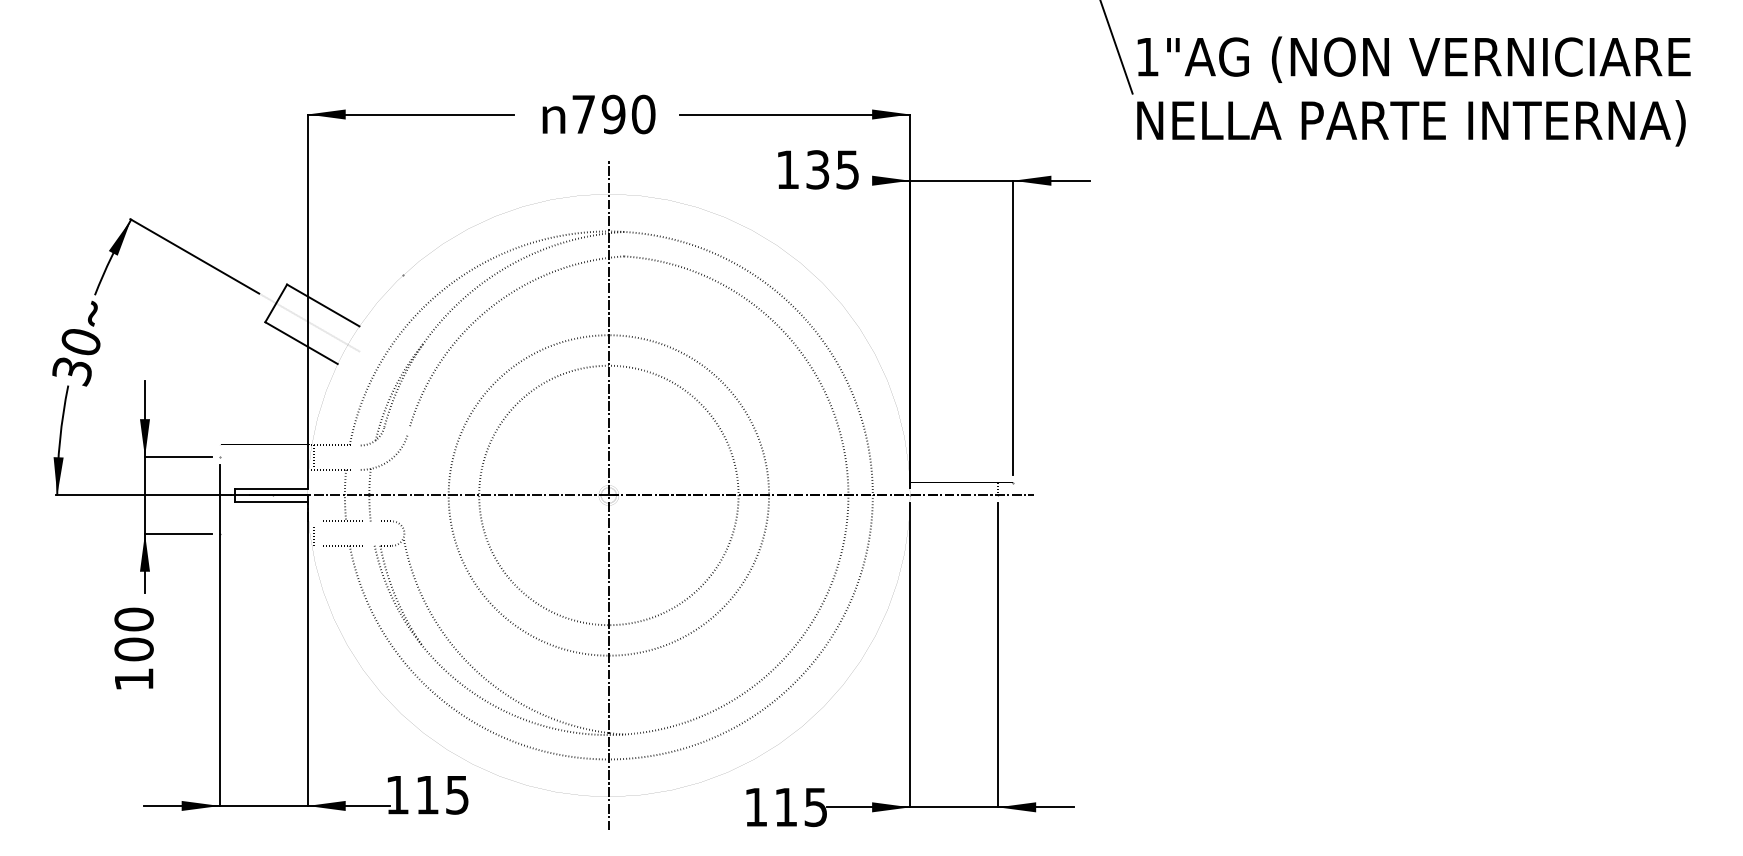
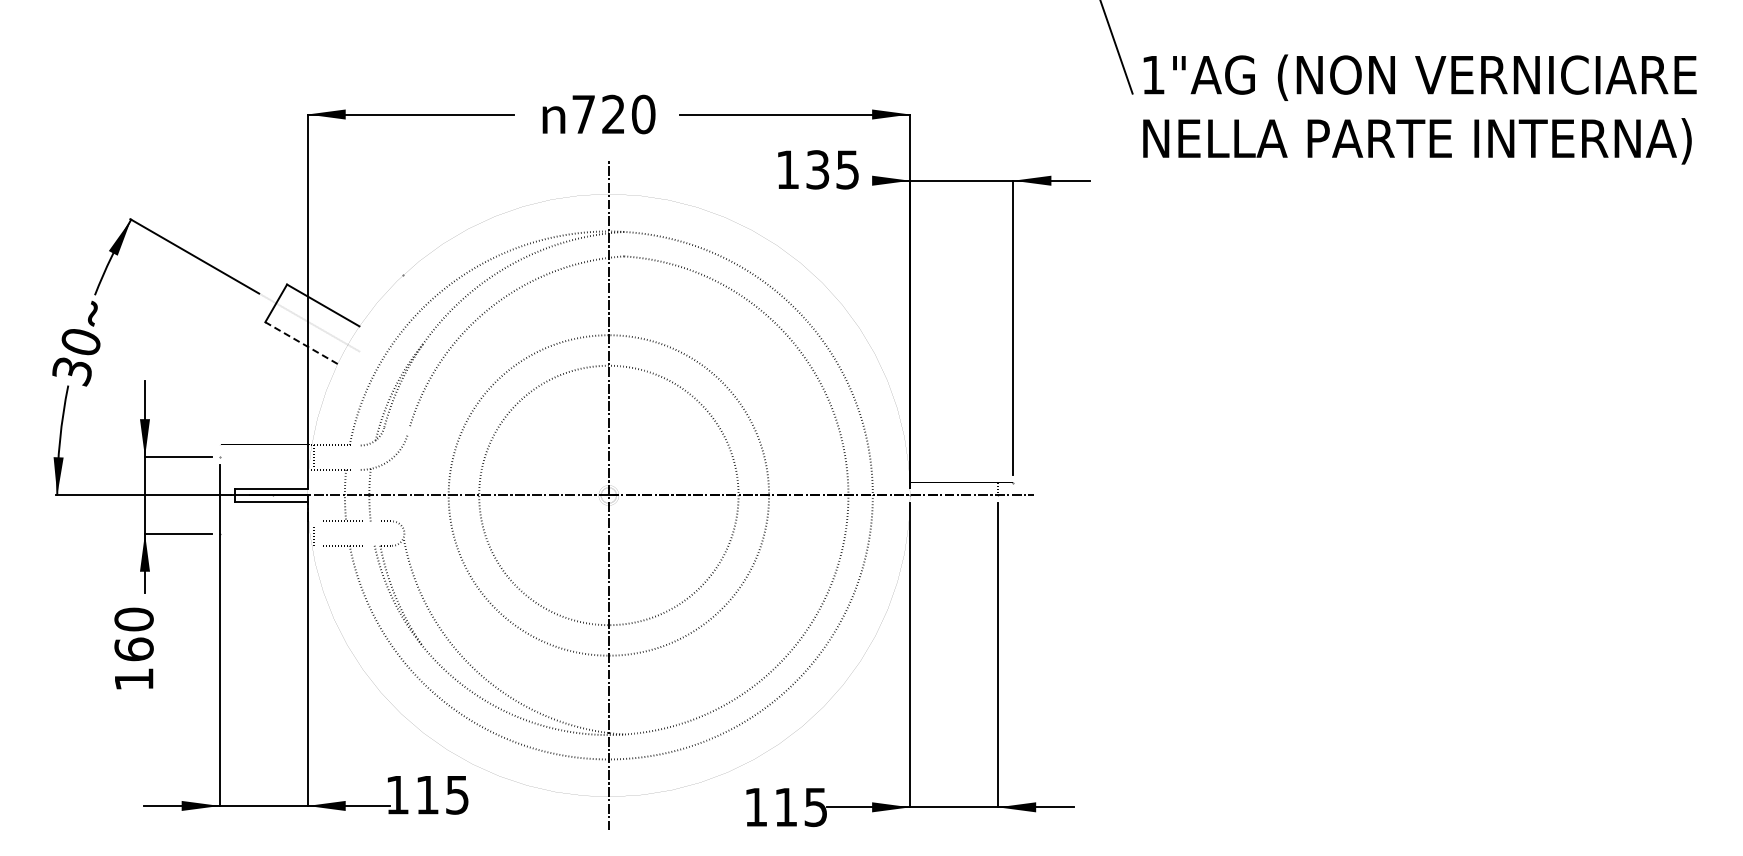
text at (1413, 91) position: (1413, 91) -> (1419, 109)
text at (613, 114): 790 -> 720
line at (301, 343): solid -> dashed
text at (133, 649): 100 -> 160
